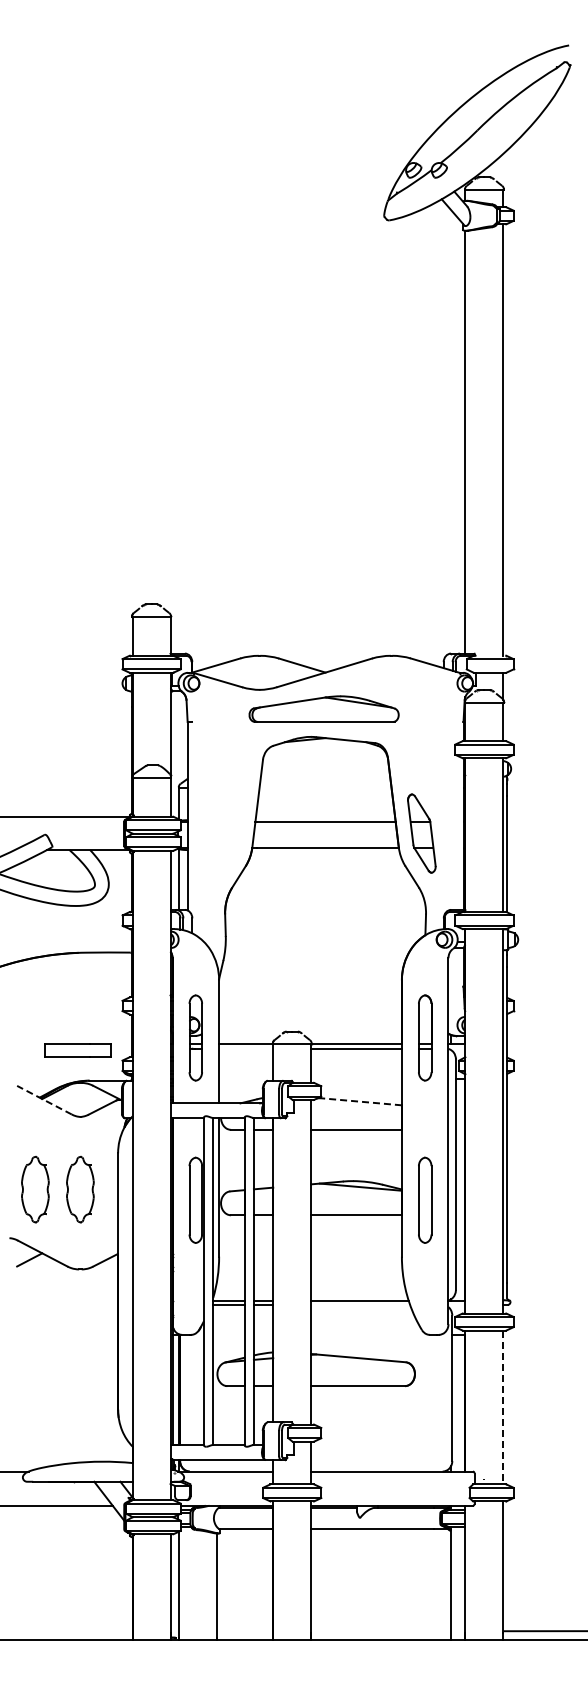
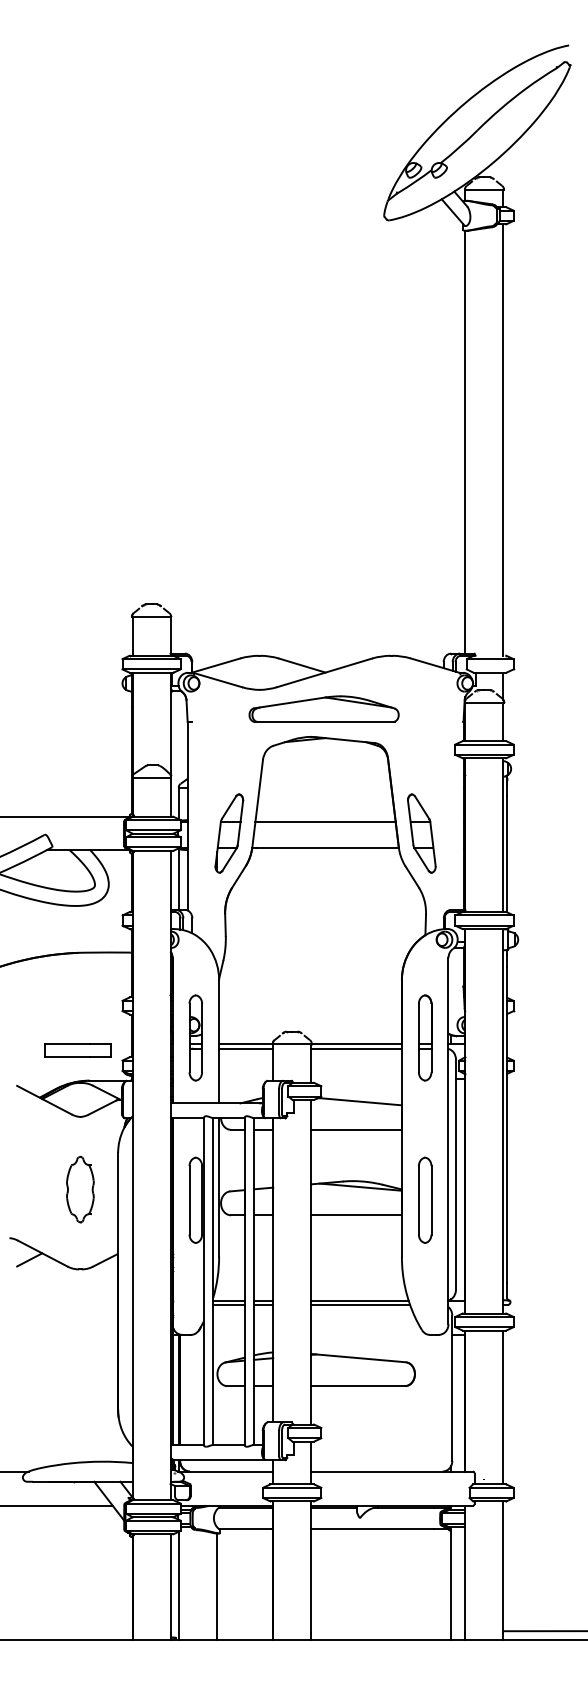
part at (229, 833): none -> present
line at (246, 1048): none -> present
line at (44, 1100): dashed -> solid
line at (360, 1101): dashed -> solid
part at (35, 1189): present -> none
line at (360, 1304): none -> present
line at (503, 1407): dashed -> solid
